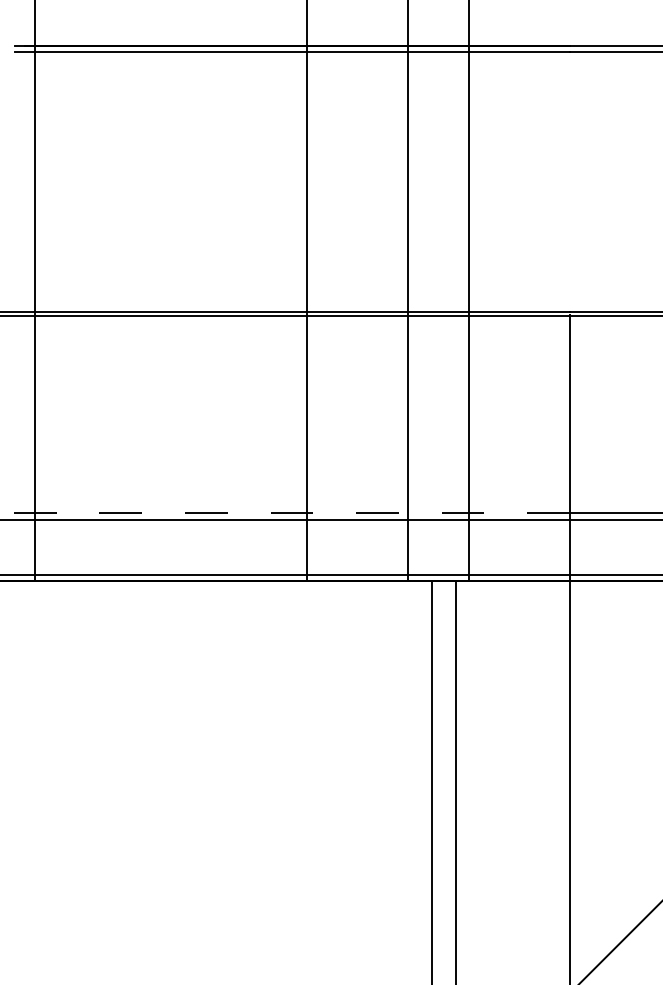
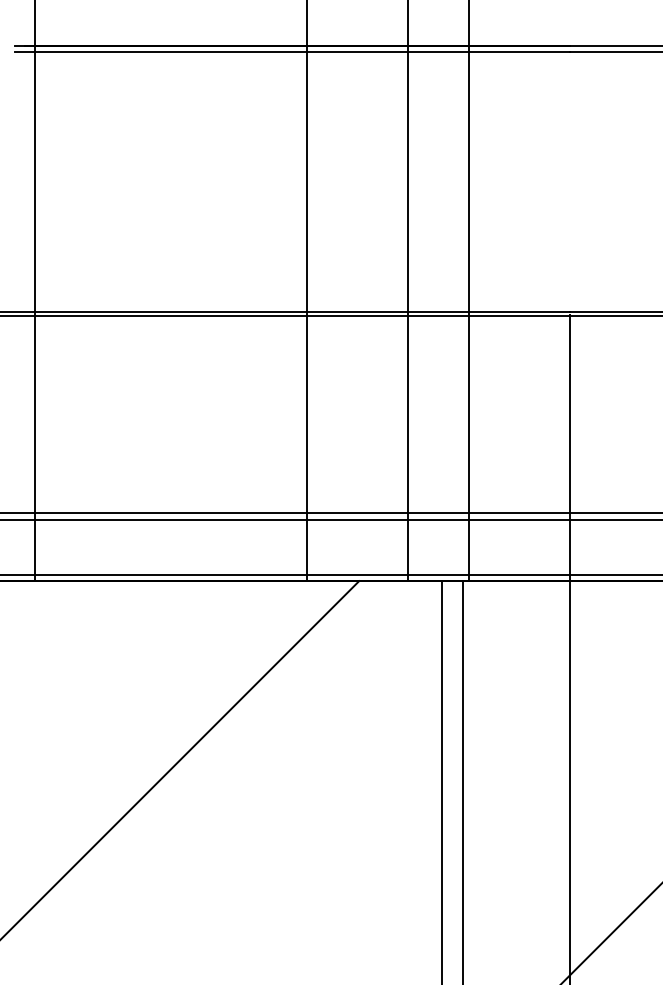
line at (285, 513): dashed -> solid
line at (180, 759): none -> present
line at (431, 781) position: (431, 781) -> (441, 781)
line at (456, 781) position: (456, 781) -> (463, 781)
line at (620, 942) position: (620, 942) -> (611, 933)
